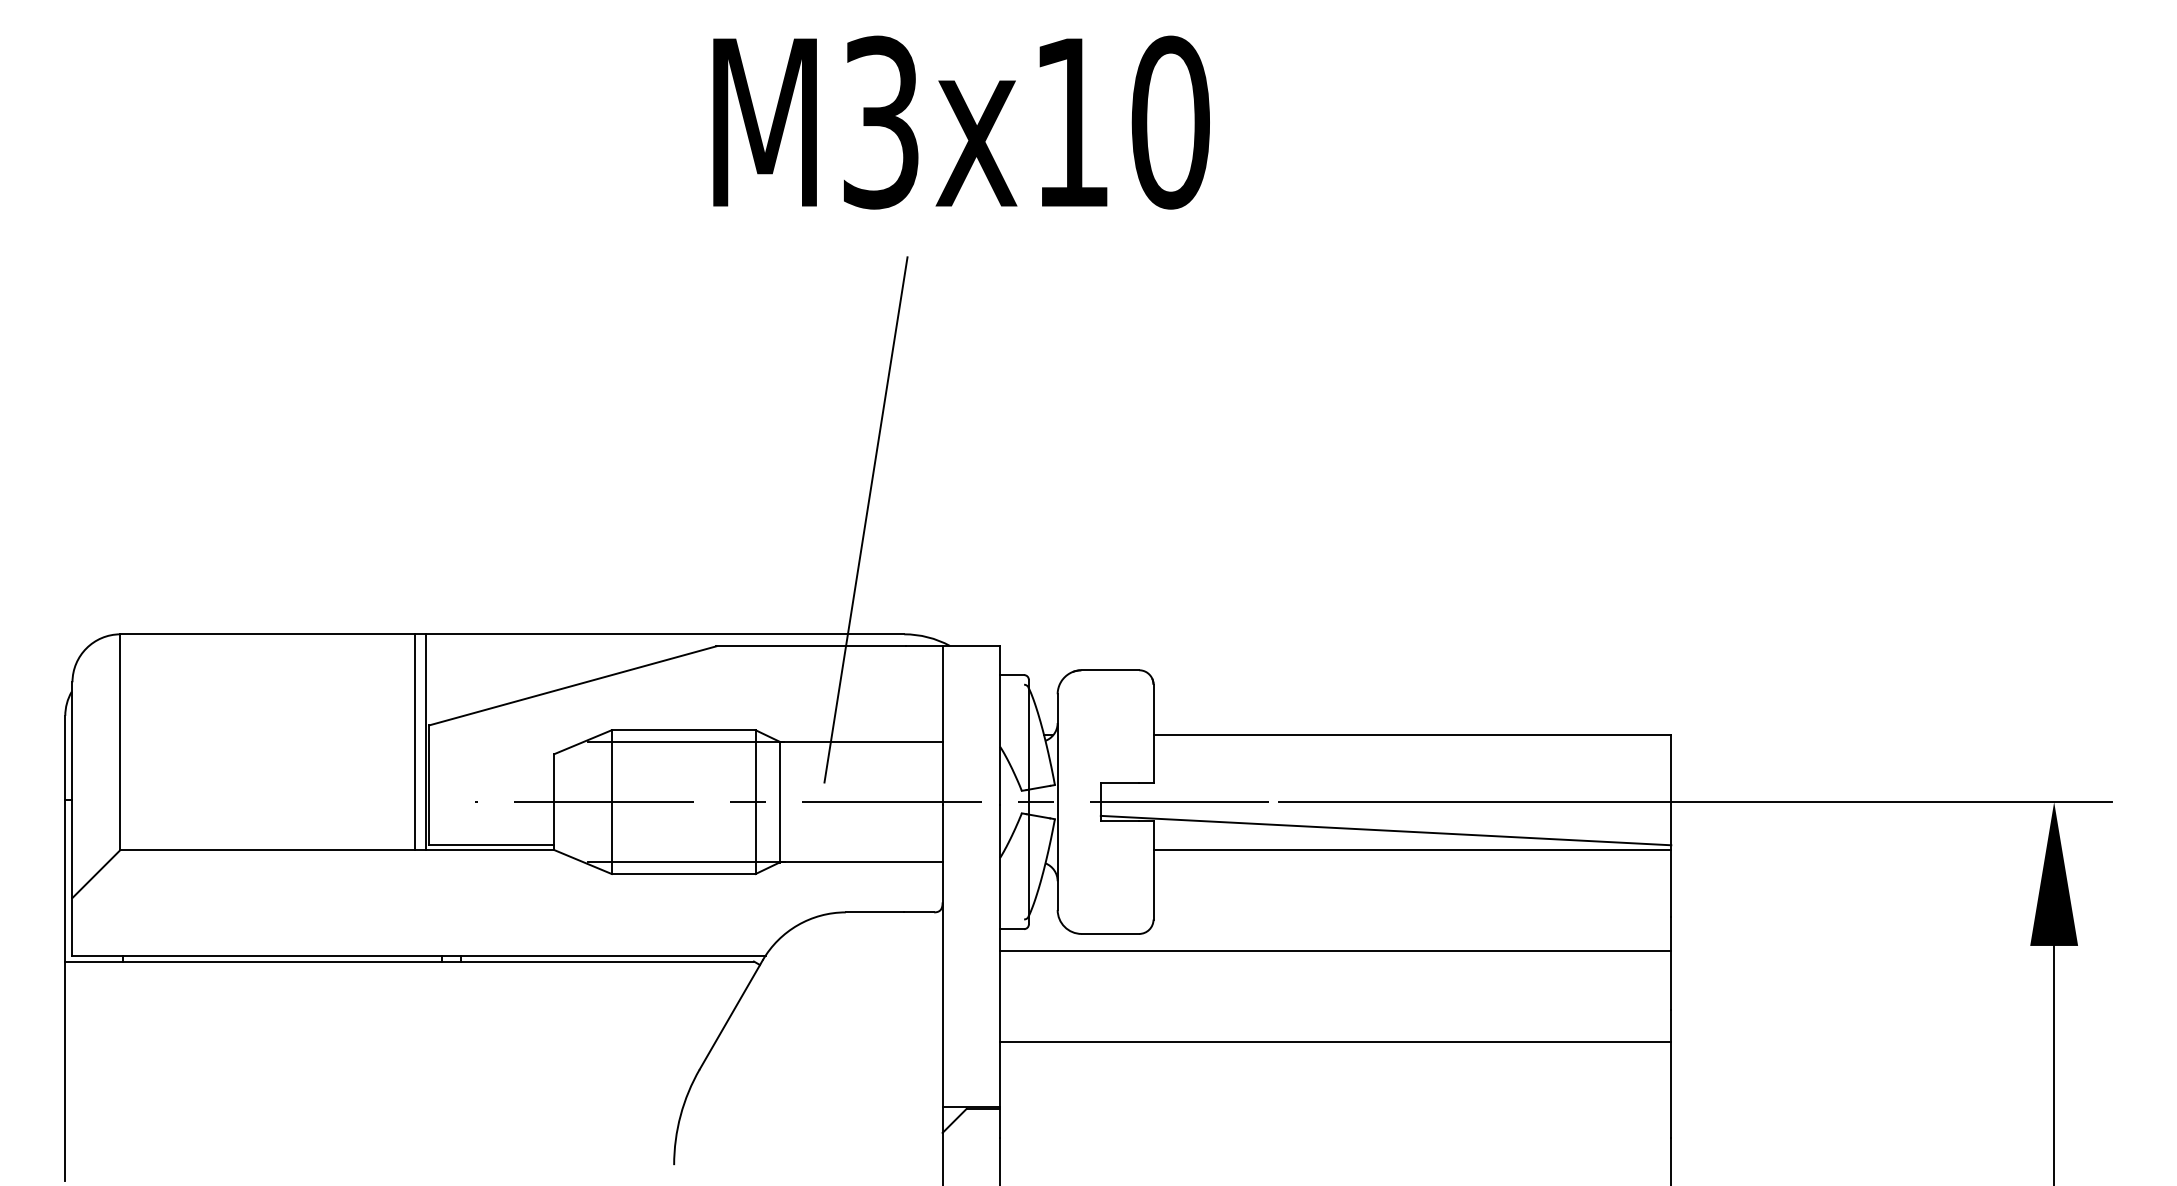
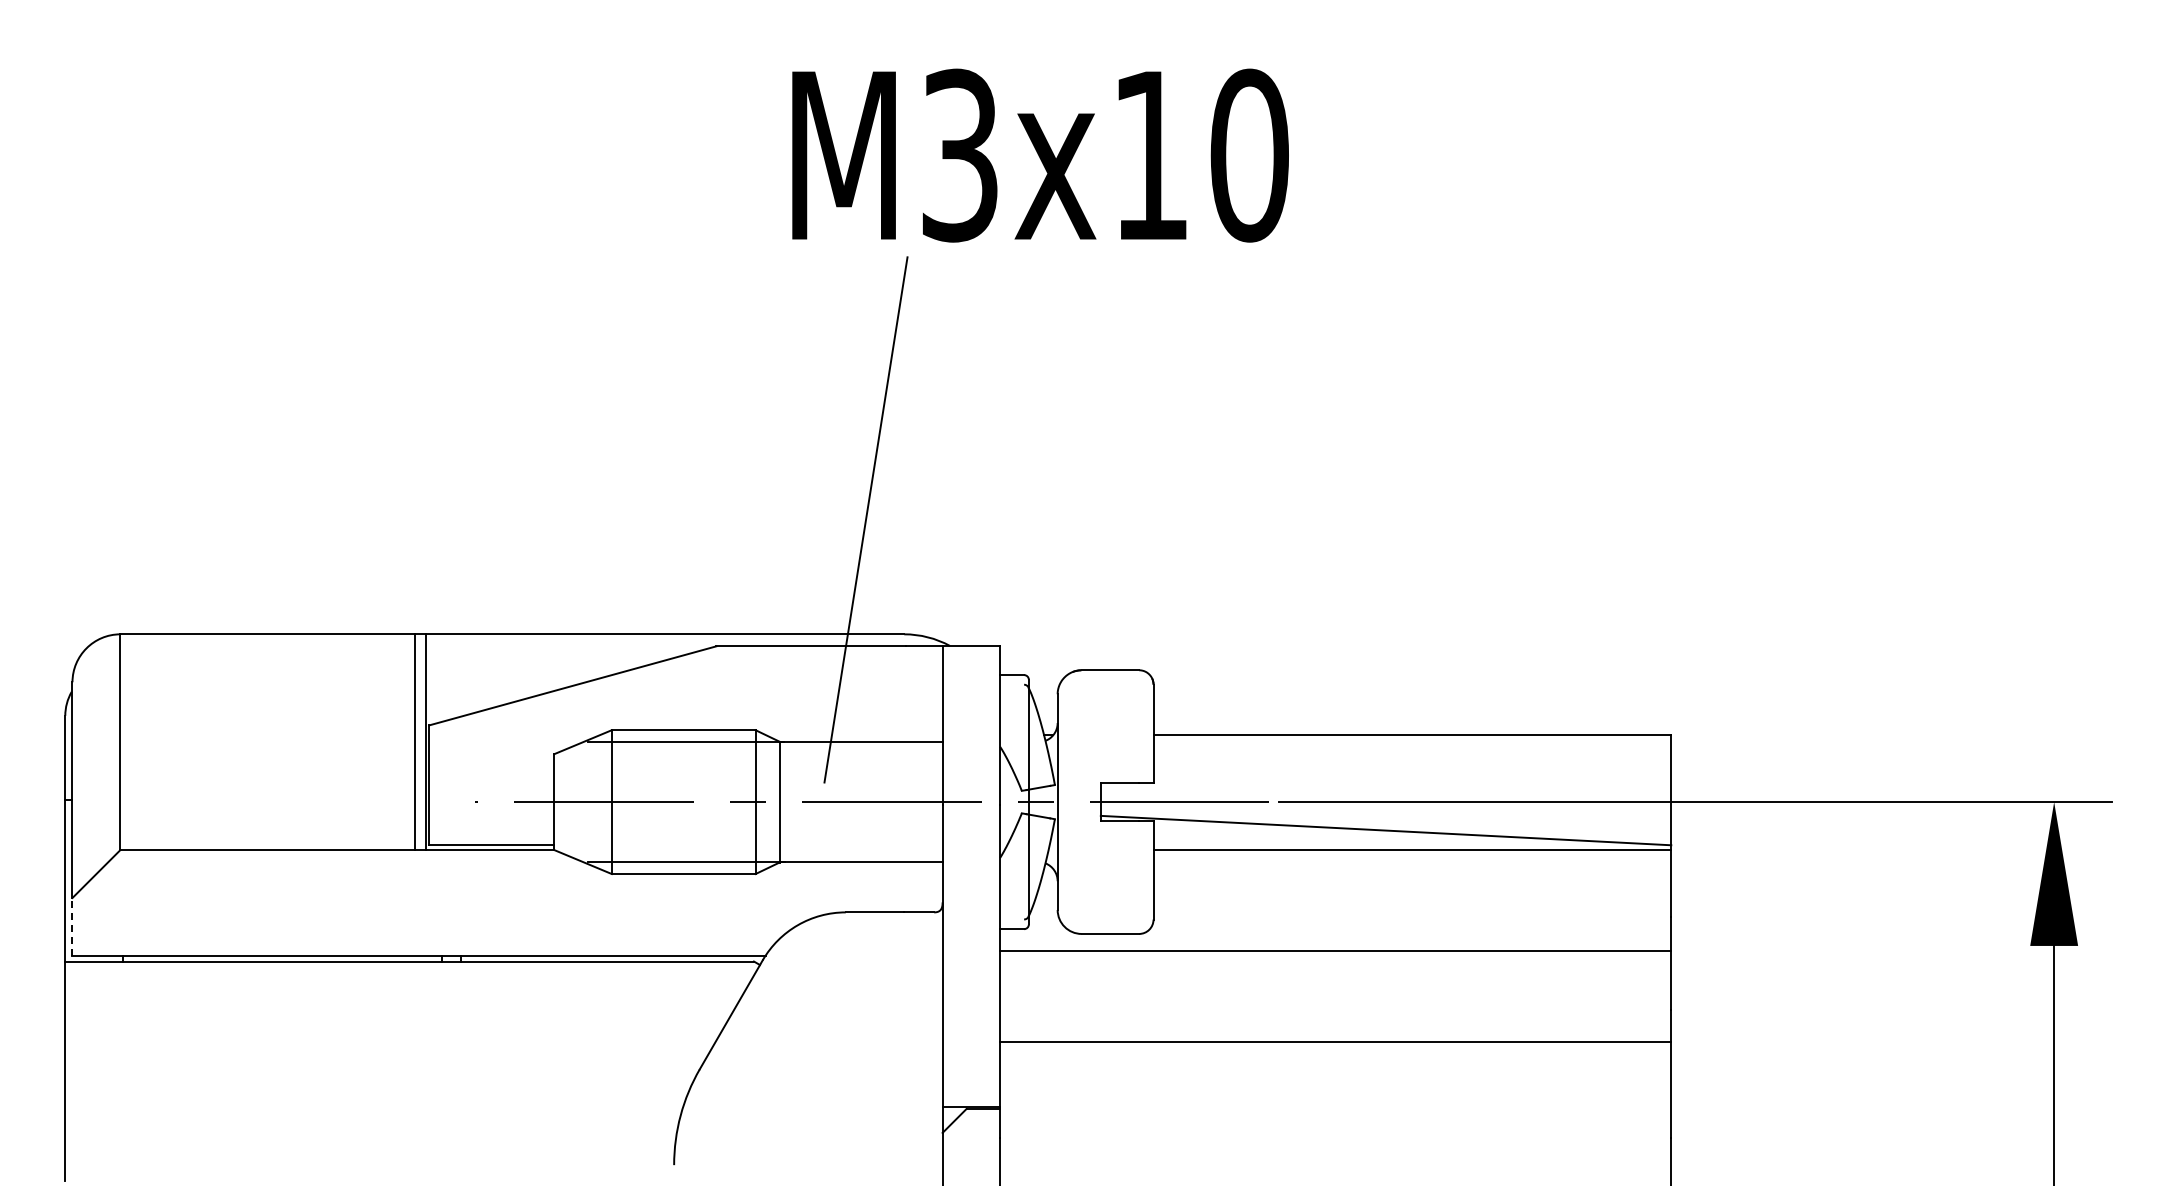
text at (961, 122) position: (961, 122) -> (1040, 155)
line at (72, 926): solid -> dashed
